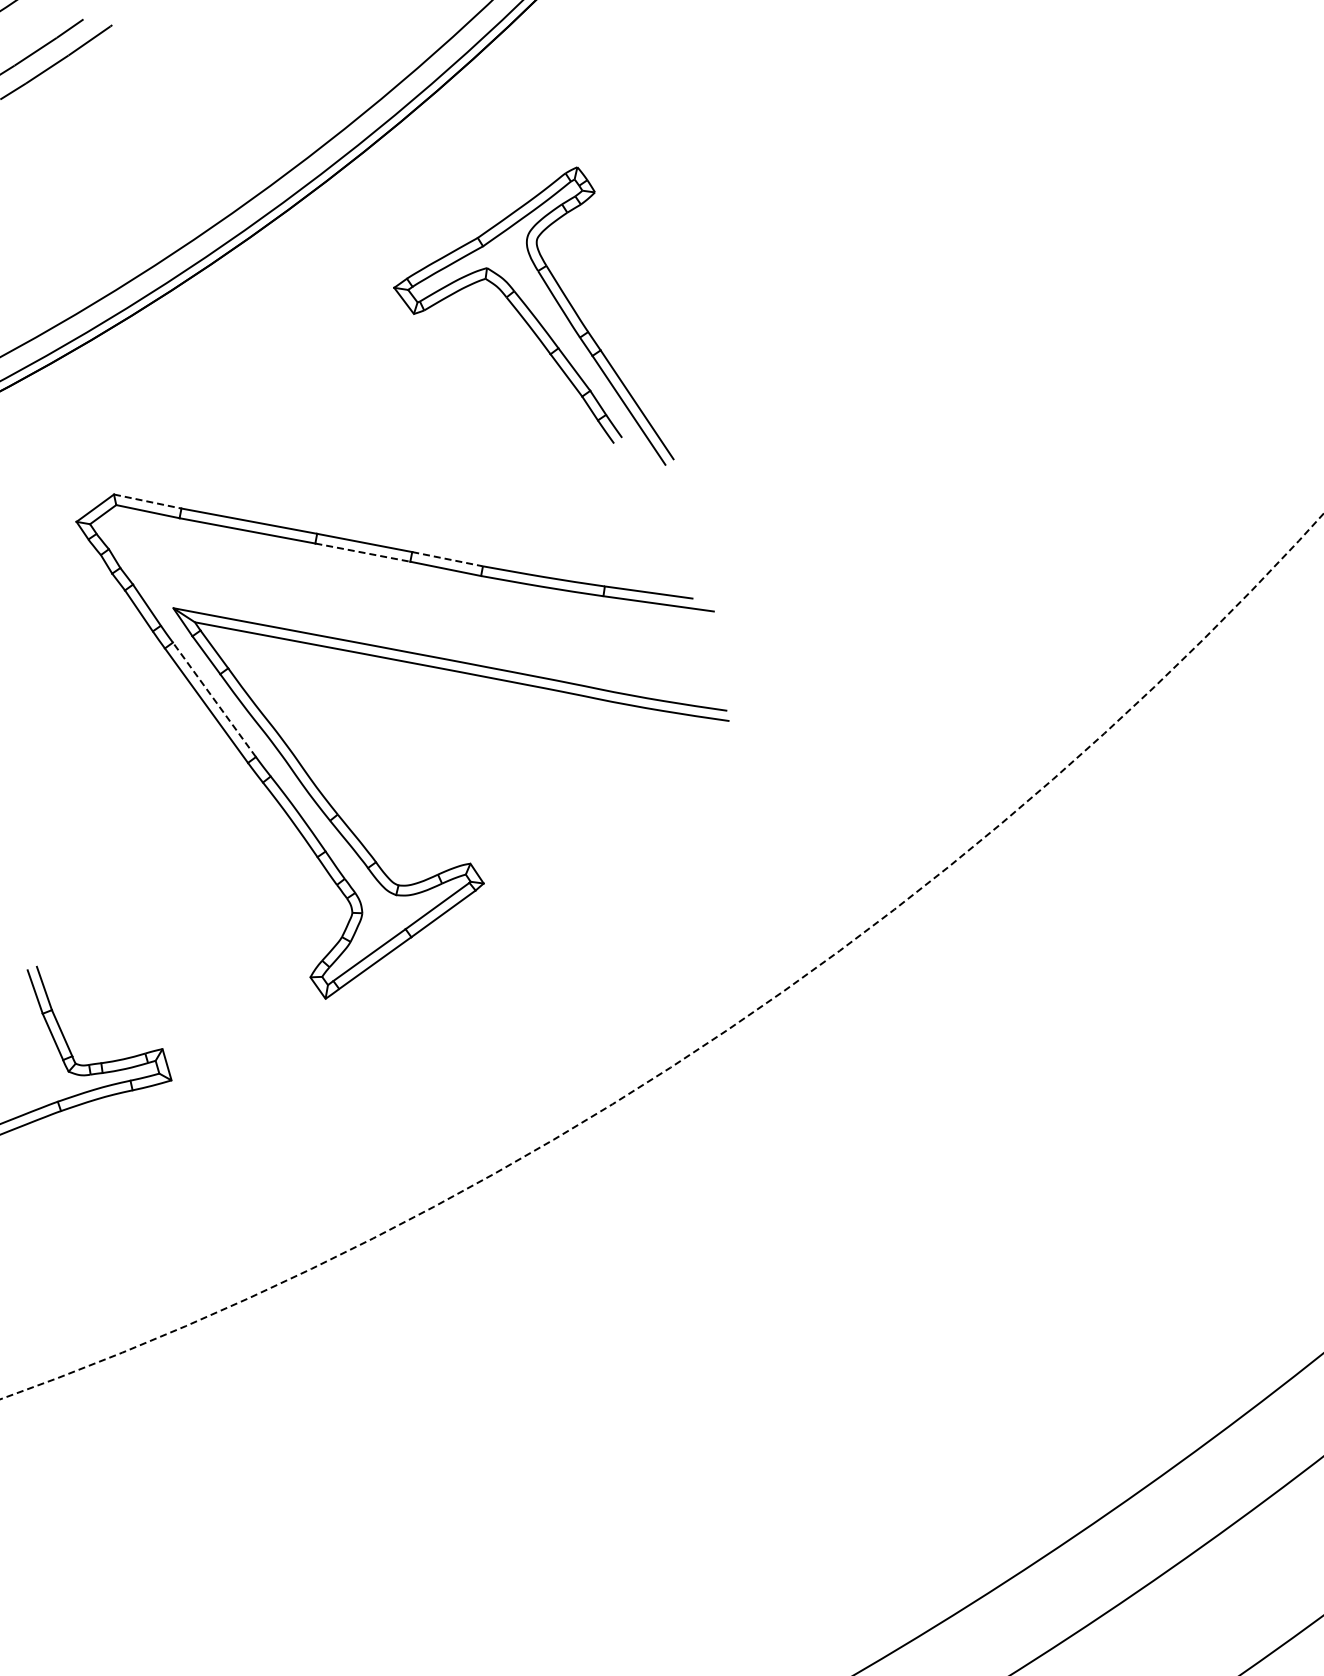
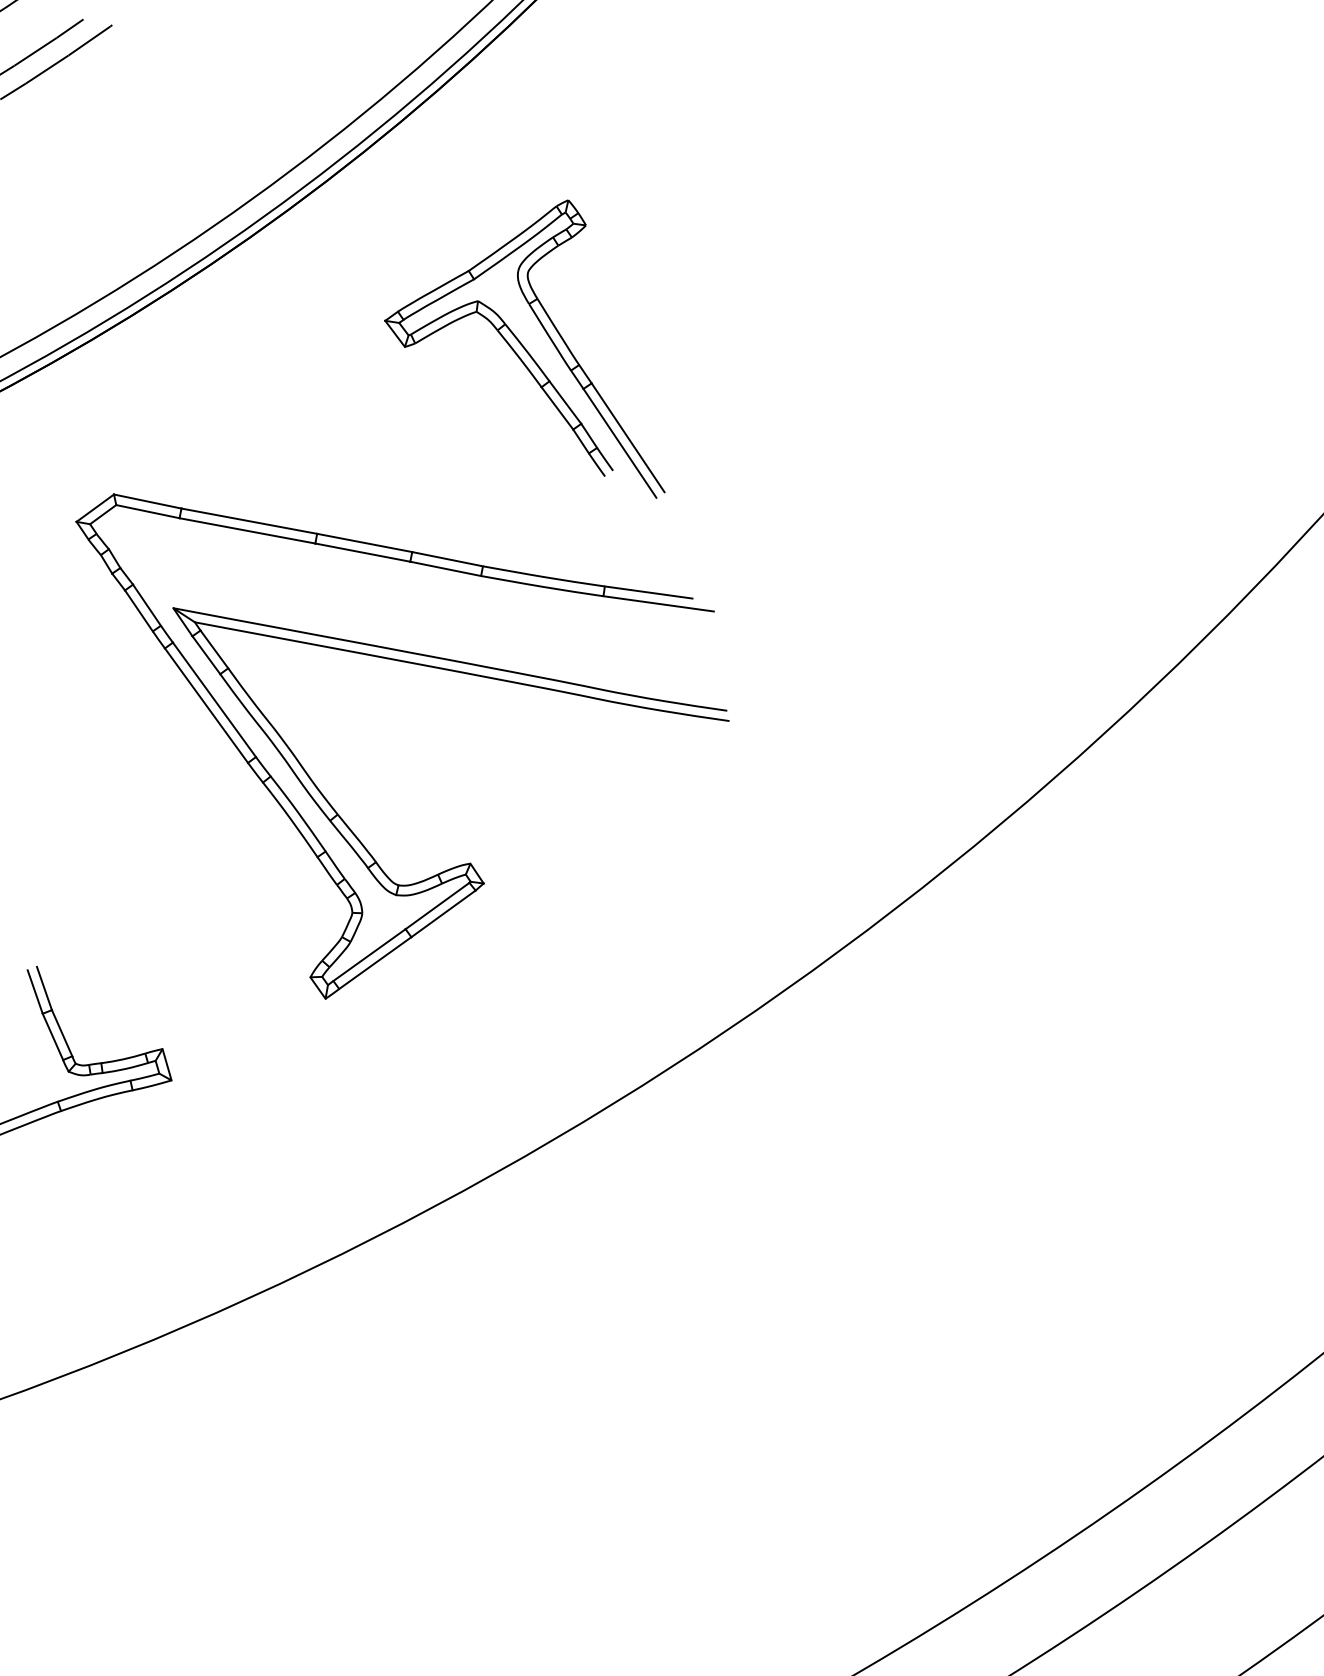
part at (533, 315) position: (533, 315) -> (524, 348)
line at (148, 501): dashed -> solid
line at (363, 552): dashed -> solid
line at (448, 559): dashed -> solid
line at (214, 699): dashed -> solid
arc at (718, 1036): dashed -> solid
